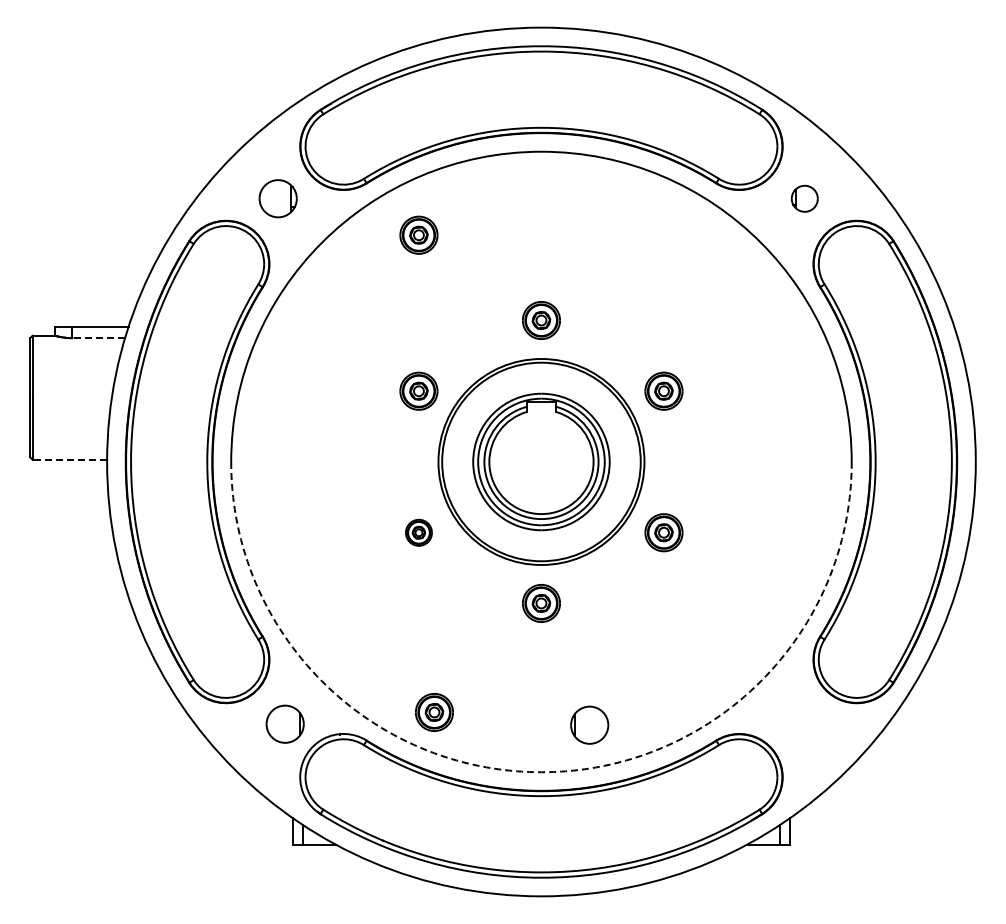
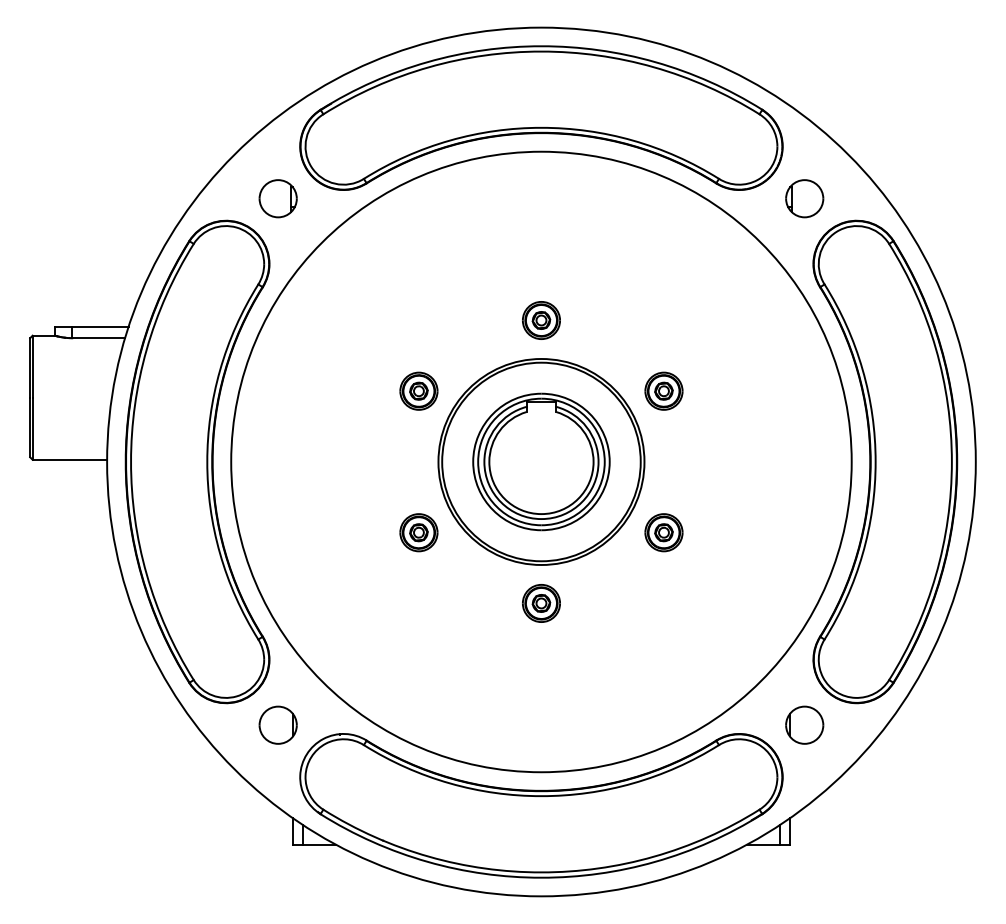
part at (804, 198) size: 29x29 px -> 40x40 px
part at (418, 234): present -> none
line at (98, 338): dashed -> solid
line at (69, 459): dashed -> solid
part at (418, 532) size: 28x29 px -> 40x40 px
part at (434, 712): present -> none
part at (284, 723) position: (284, 723) -> (277, 724)
part at (589, 724) position: (589, 724) -> (804, 724)
arc at (541, 772): dashed -> solid
